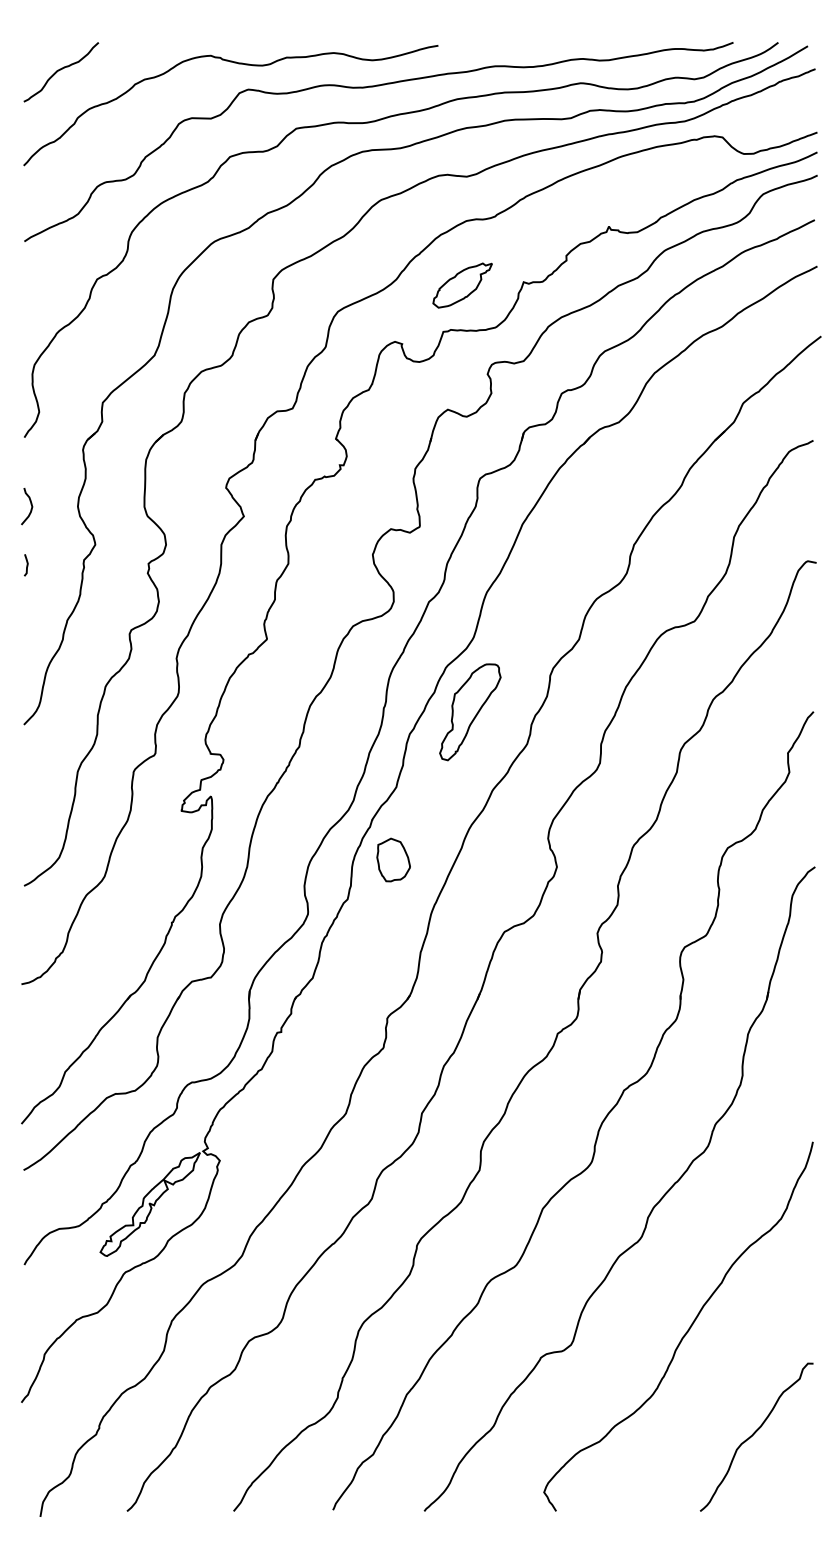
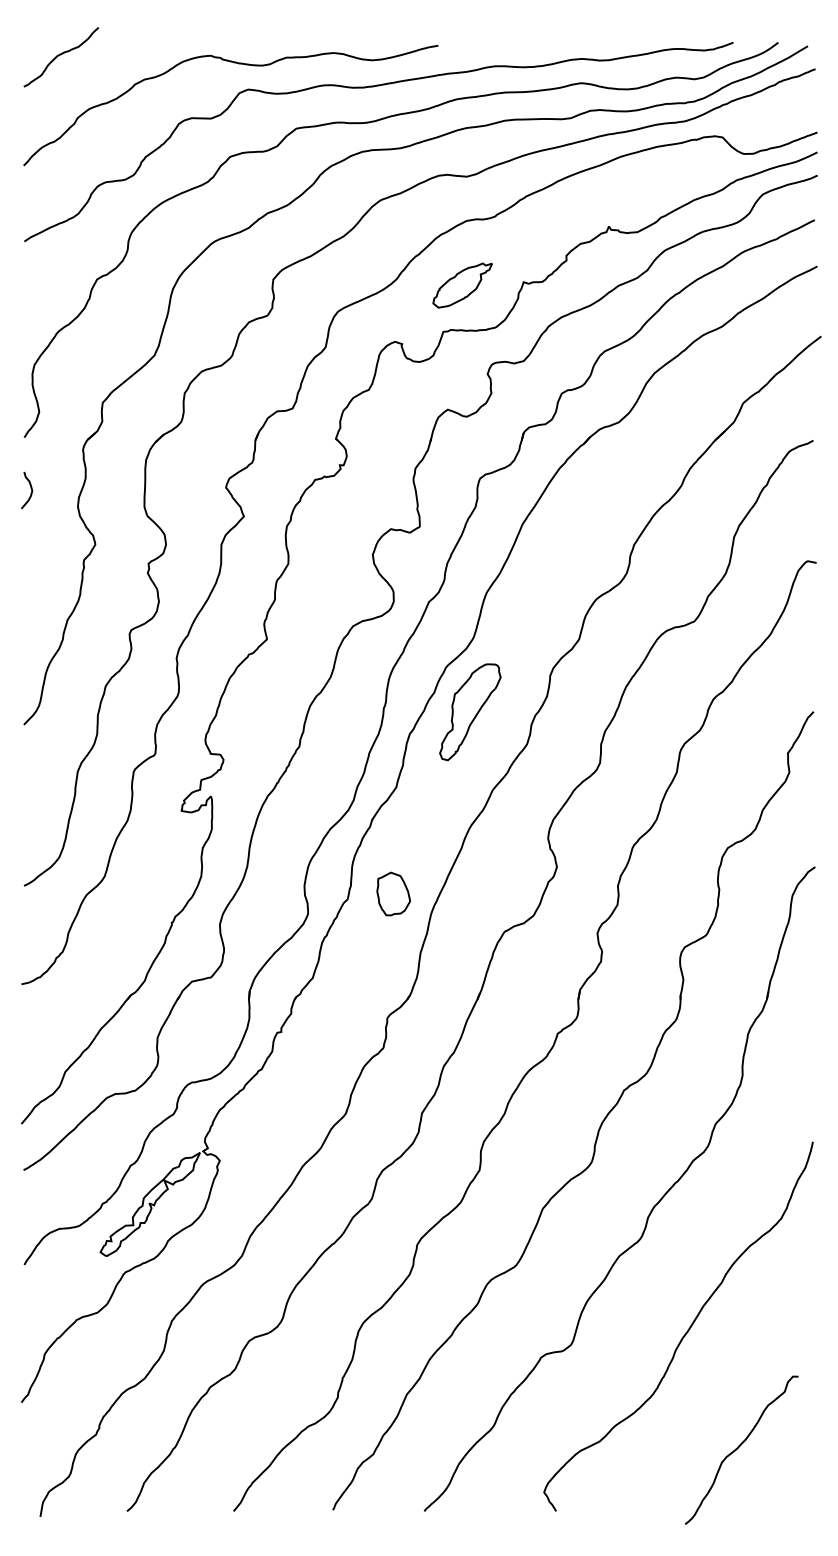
curve at (60, 70) position: (60, 70) -> (60, 55)
curve at (30, 504) position: (30, 504) -> (30, 488)
curve at (26, 565): present -> none
part at (393, 859) position: (393, 859) -> (393, 893)
curve at (754, 1434) position: (754, 1434) -> (739, 1447)
